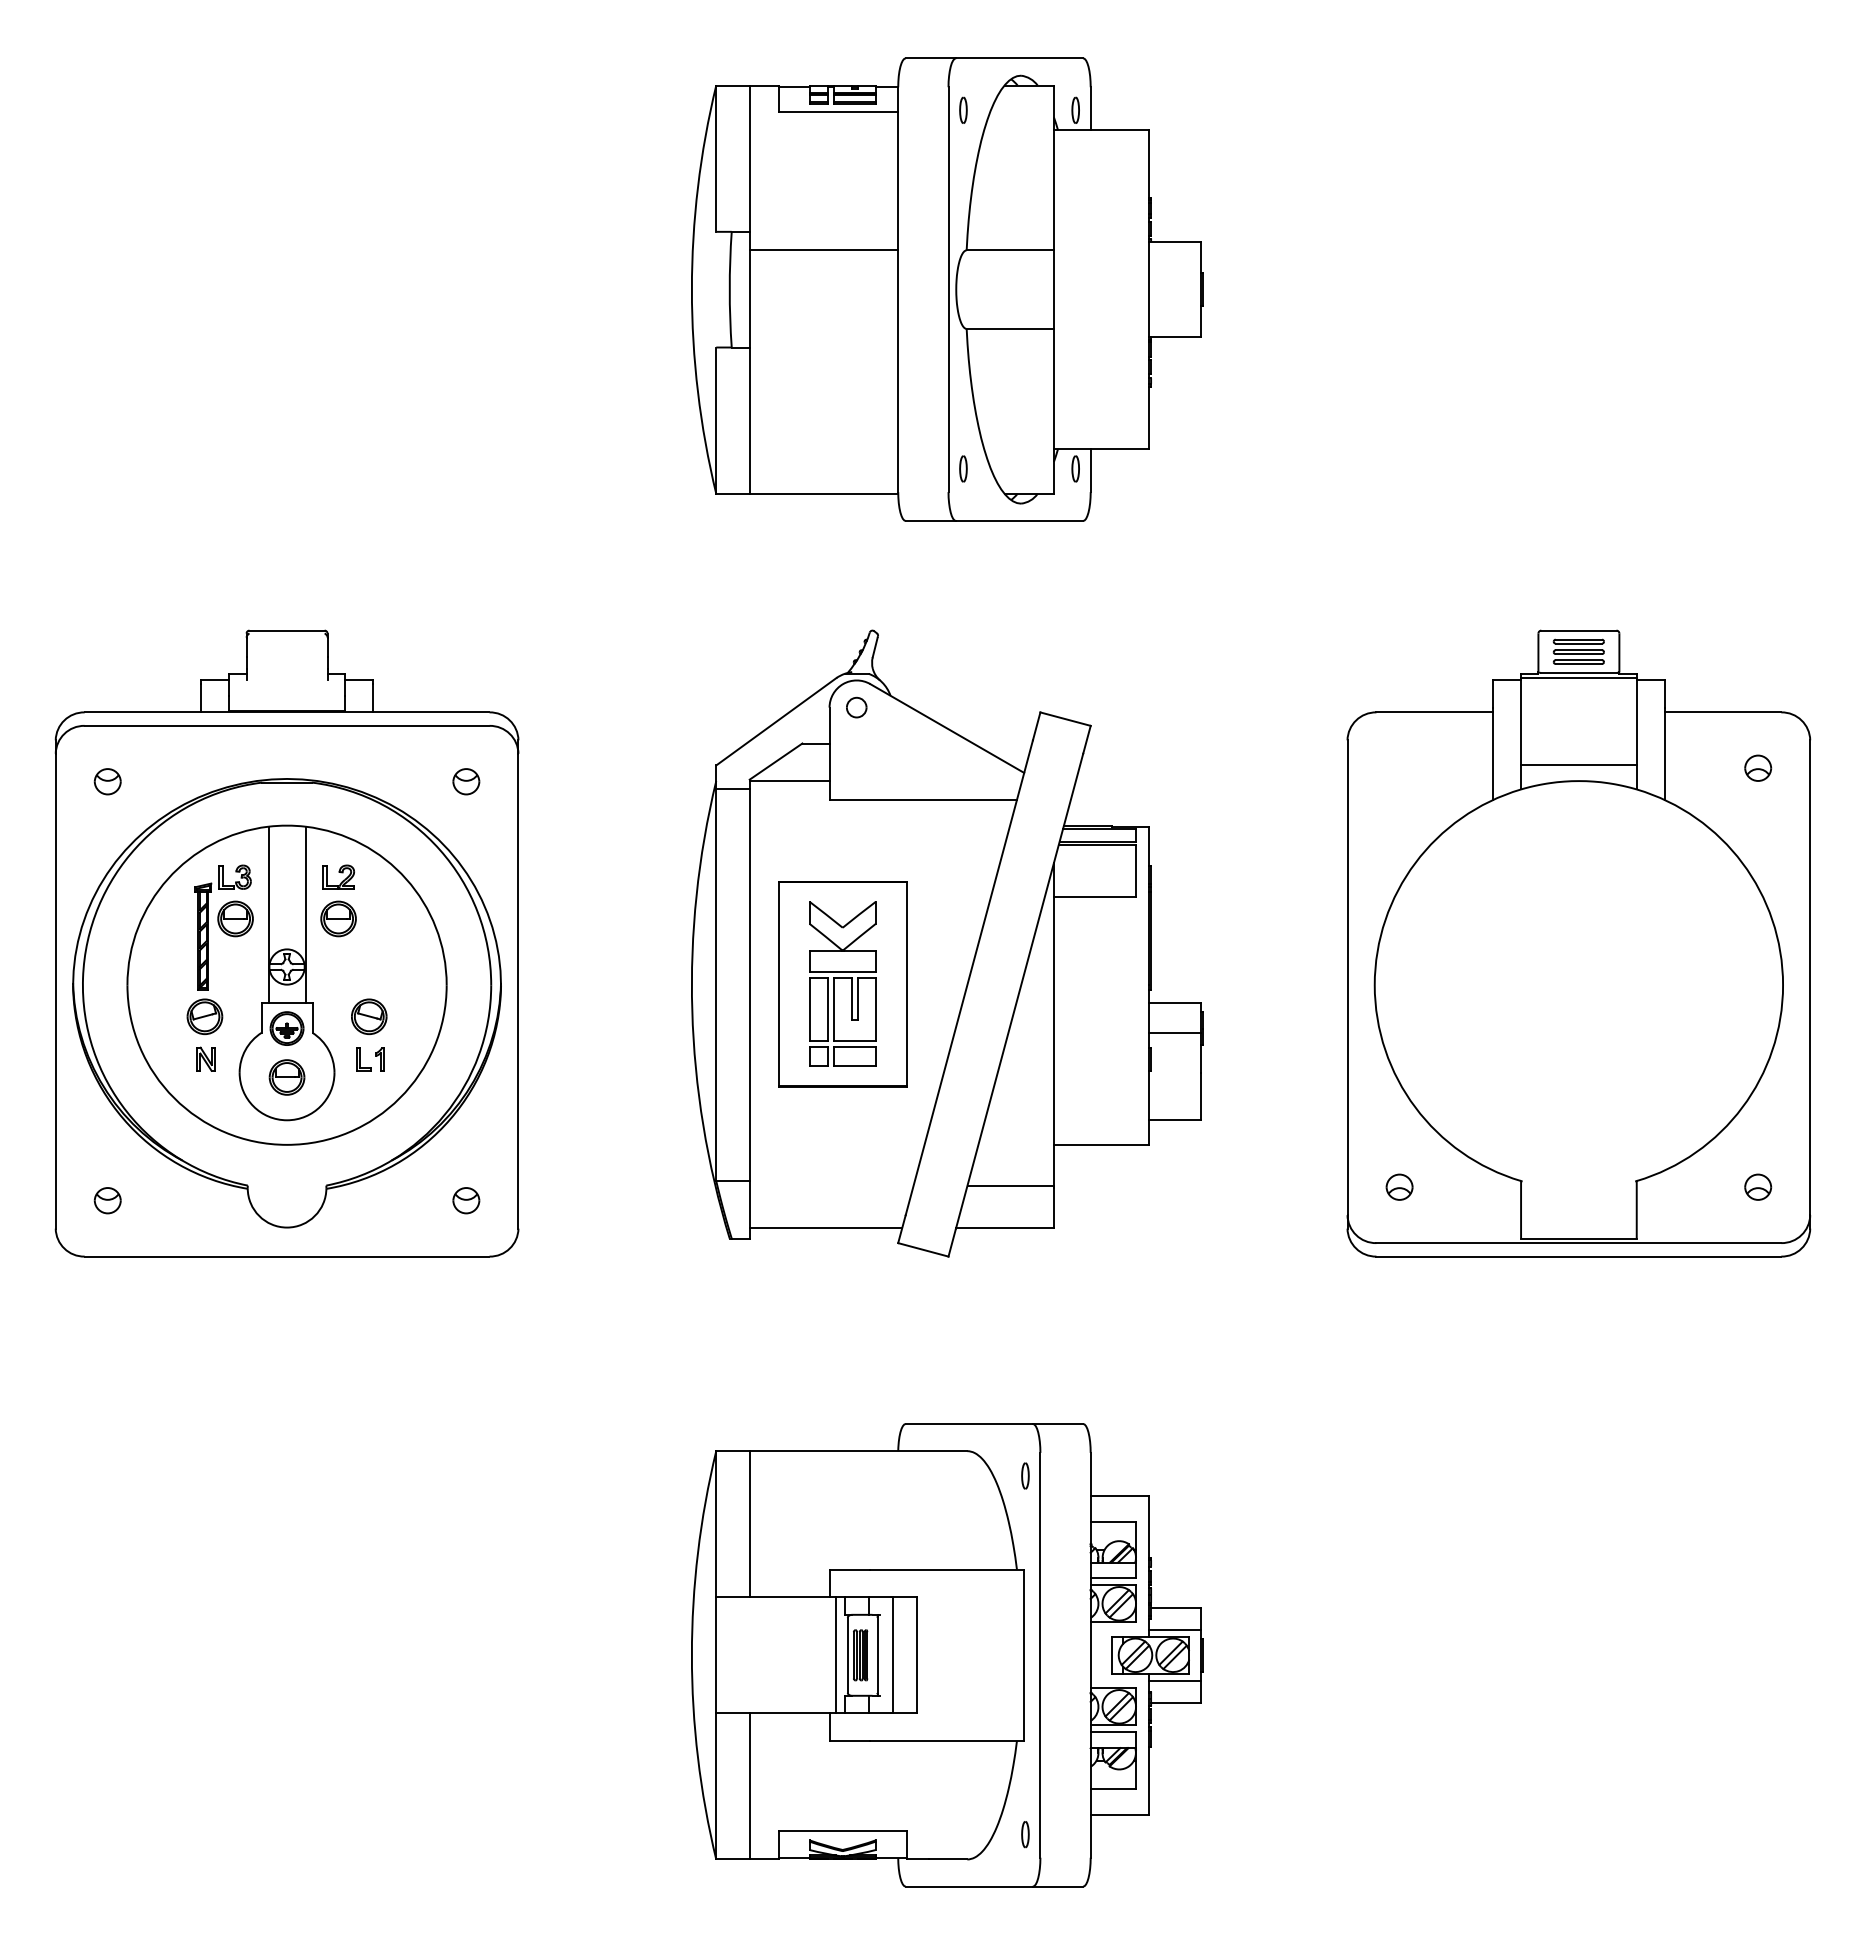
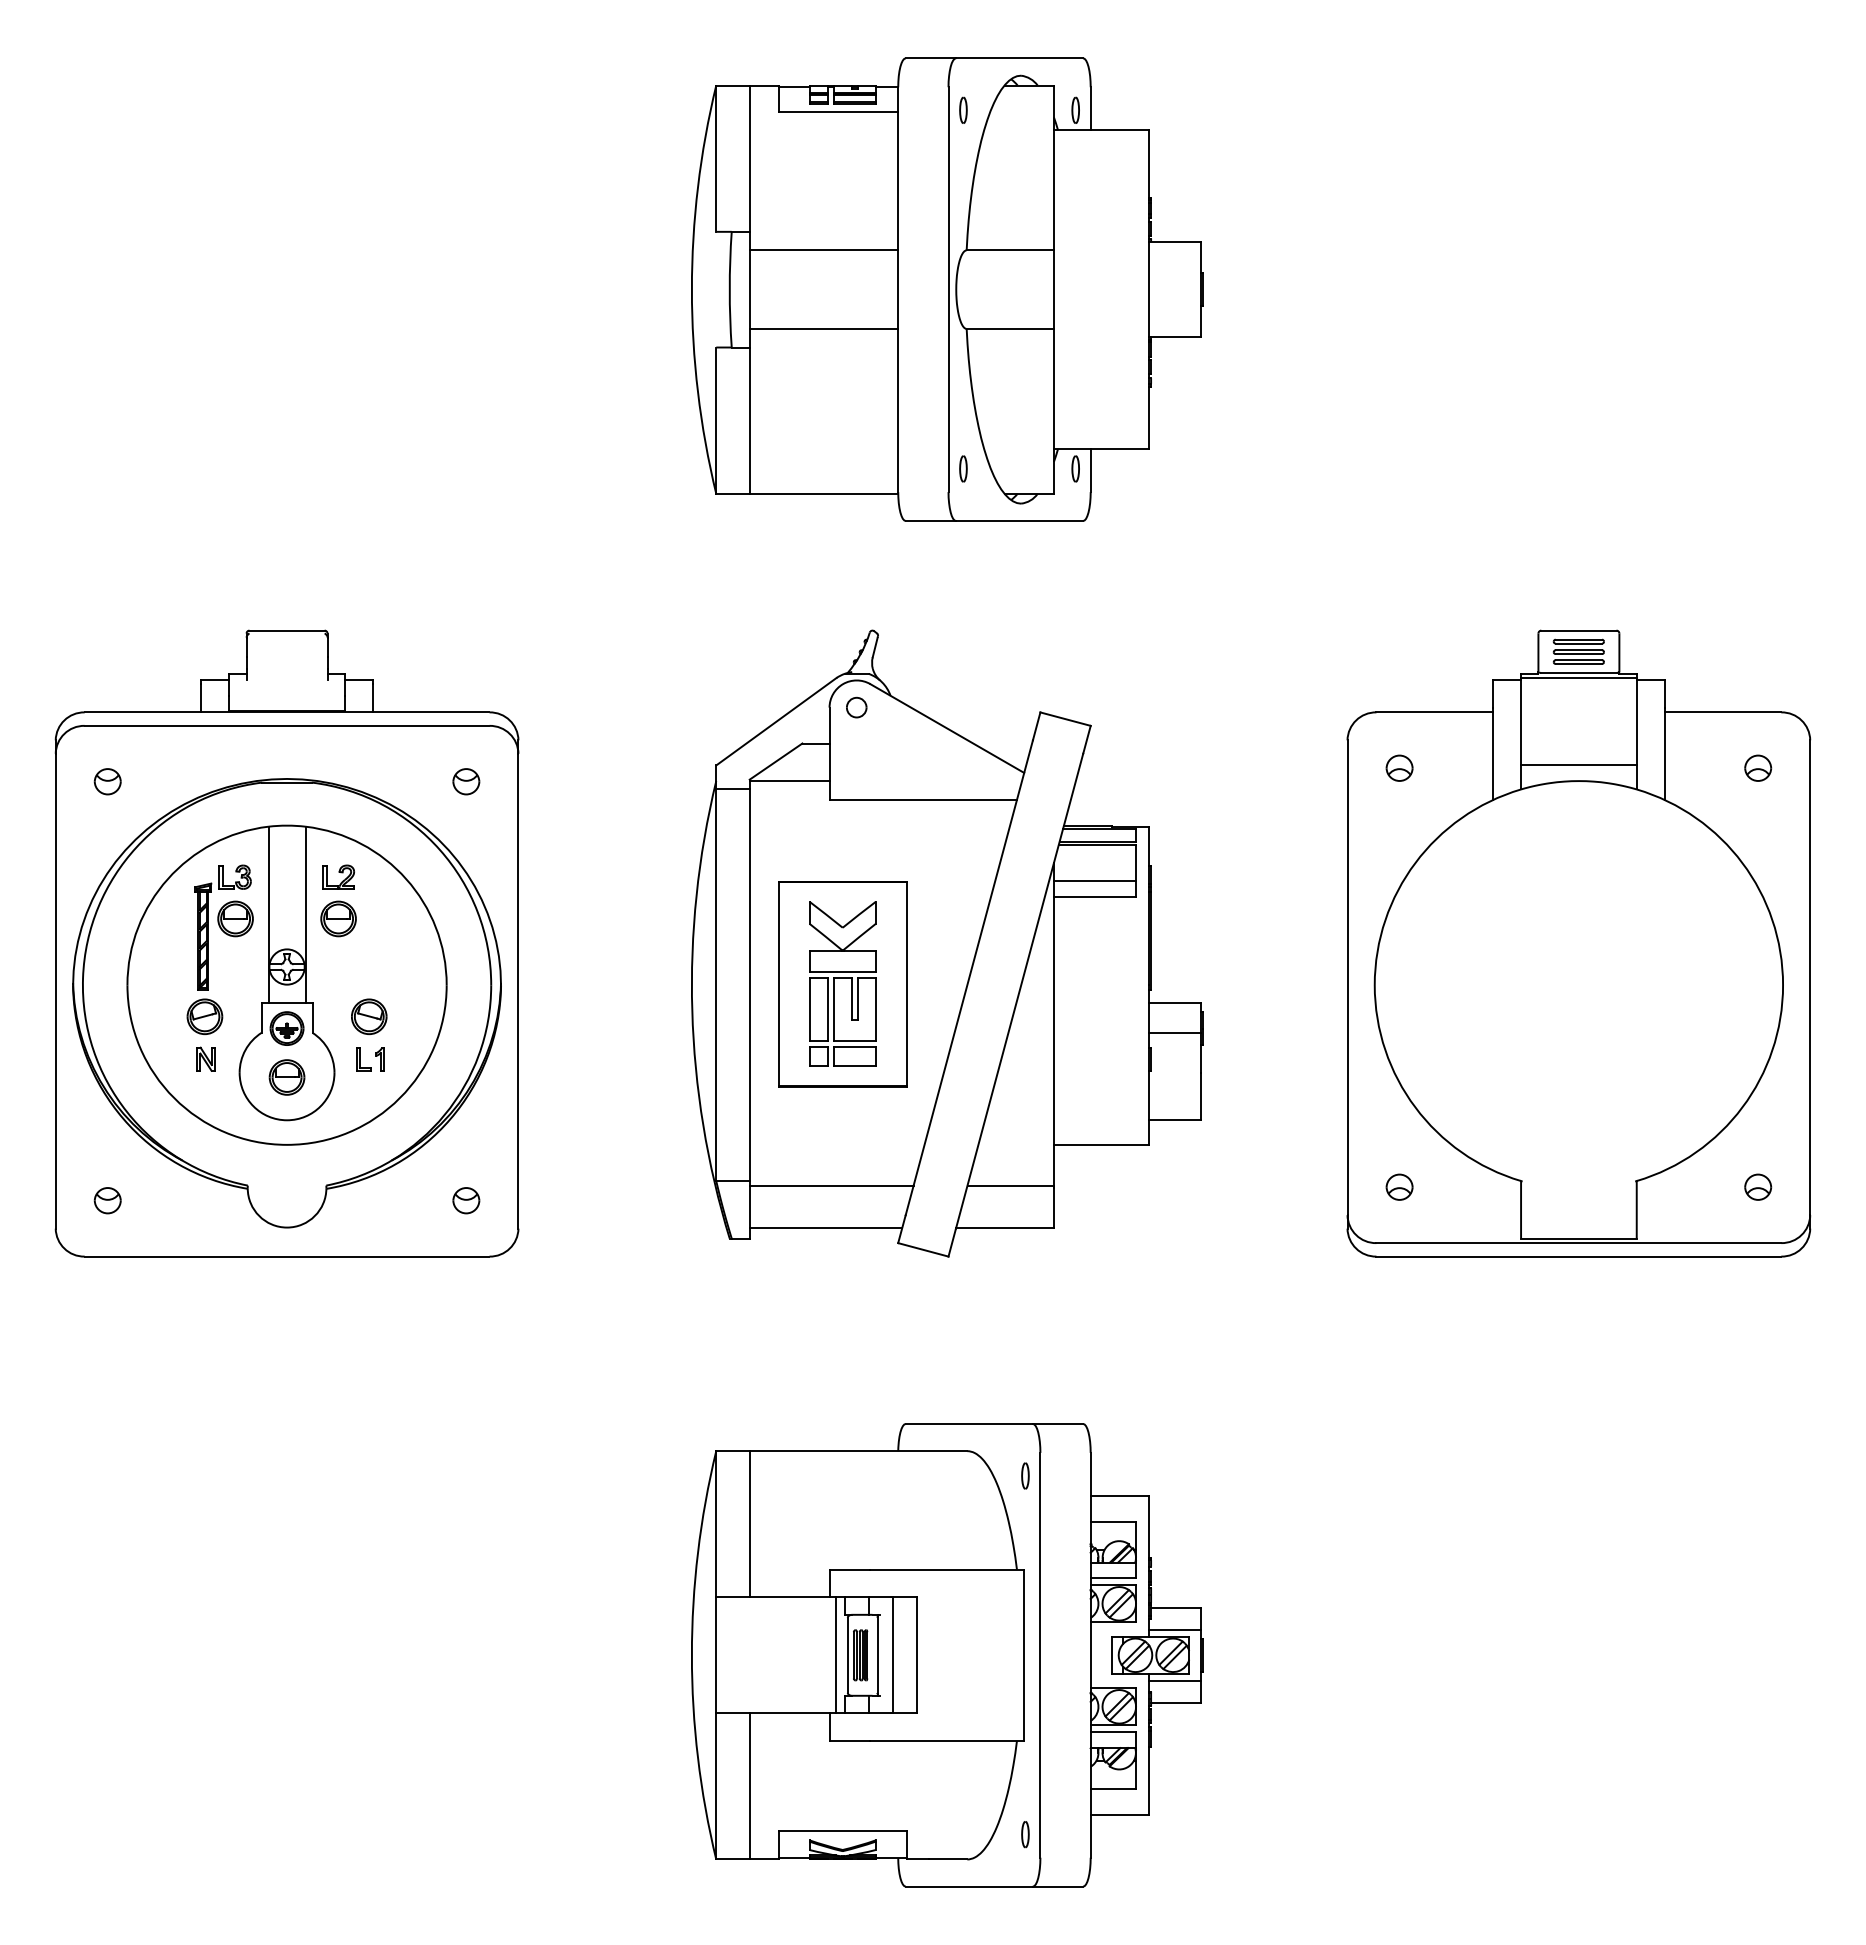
line at (823, 329): none -> present
part at (1399, 767): none -> present
line at (1094, 880): none -> present
line at (831, 1185): none -> present
